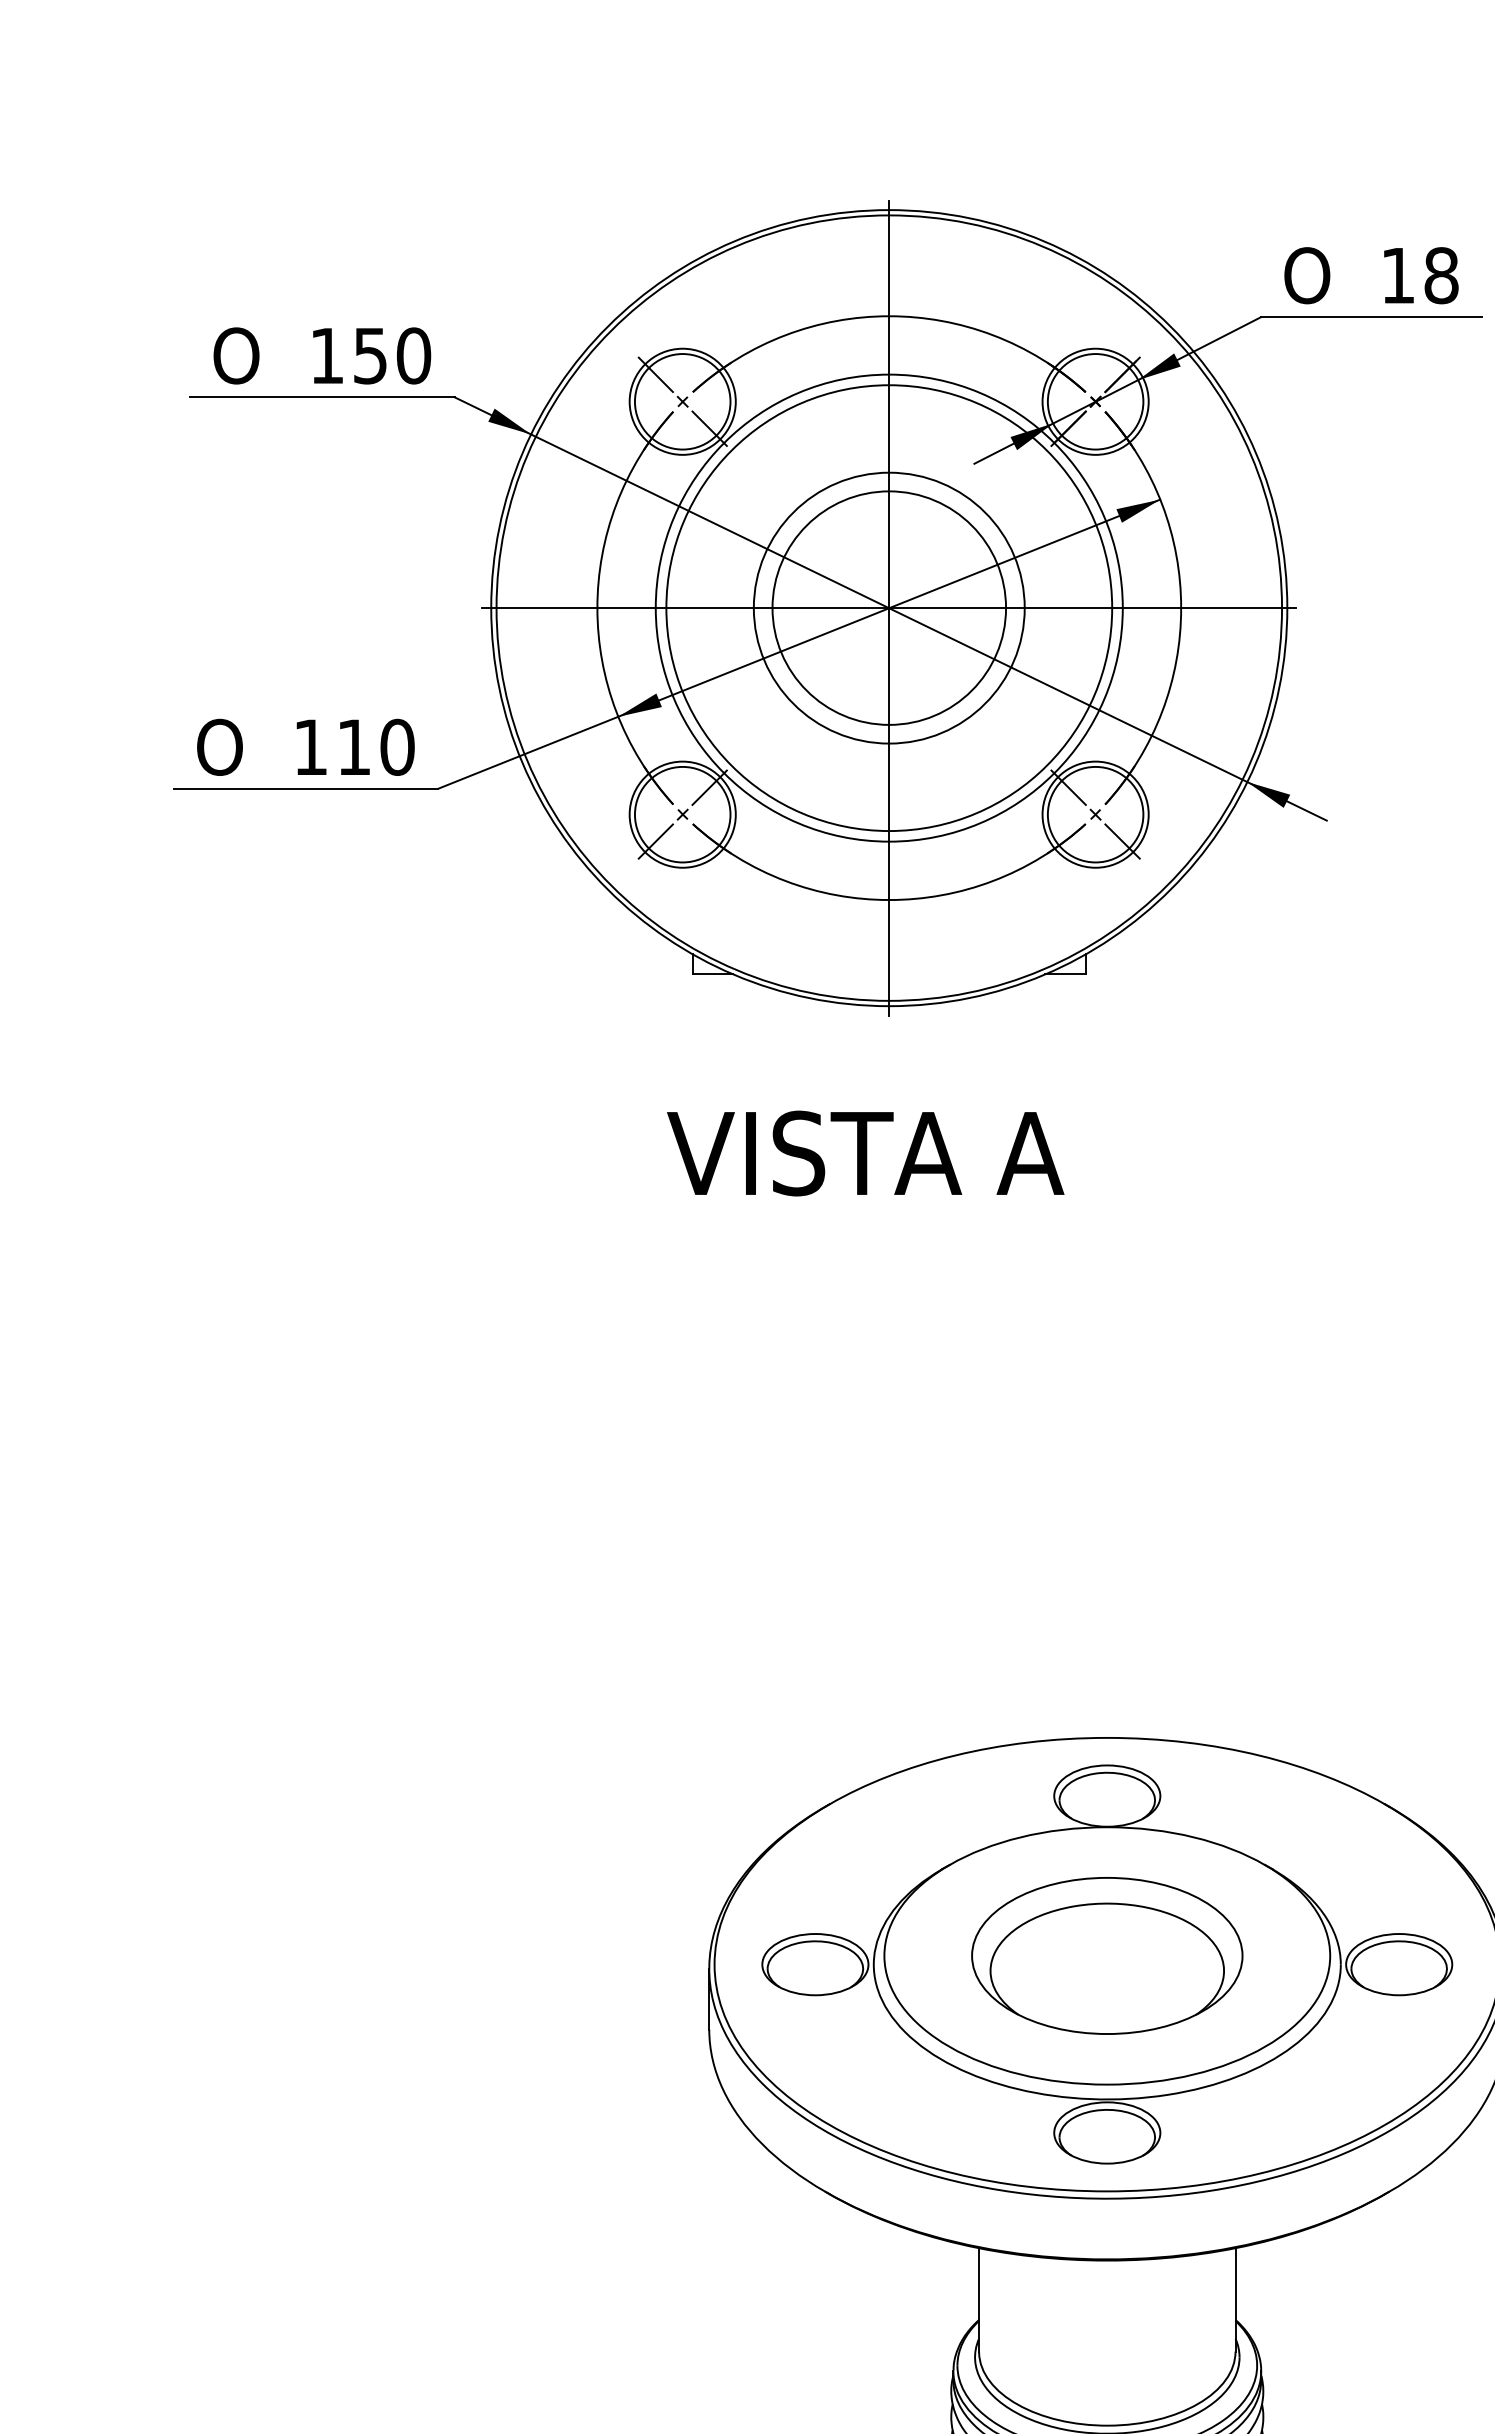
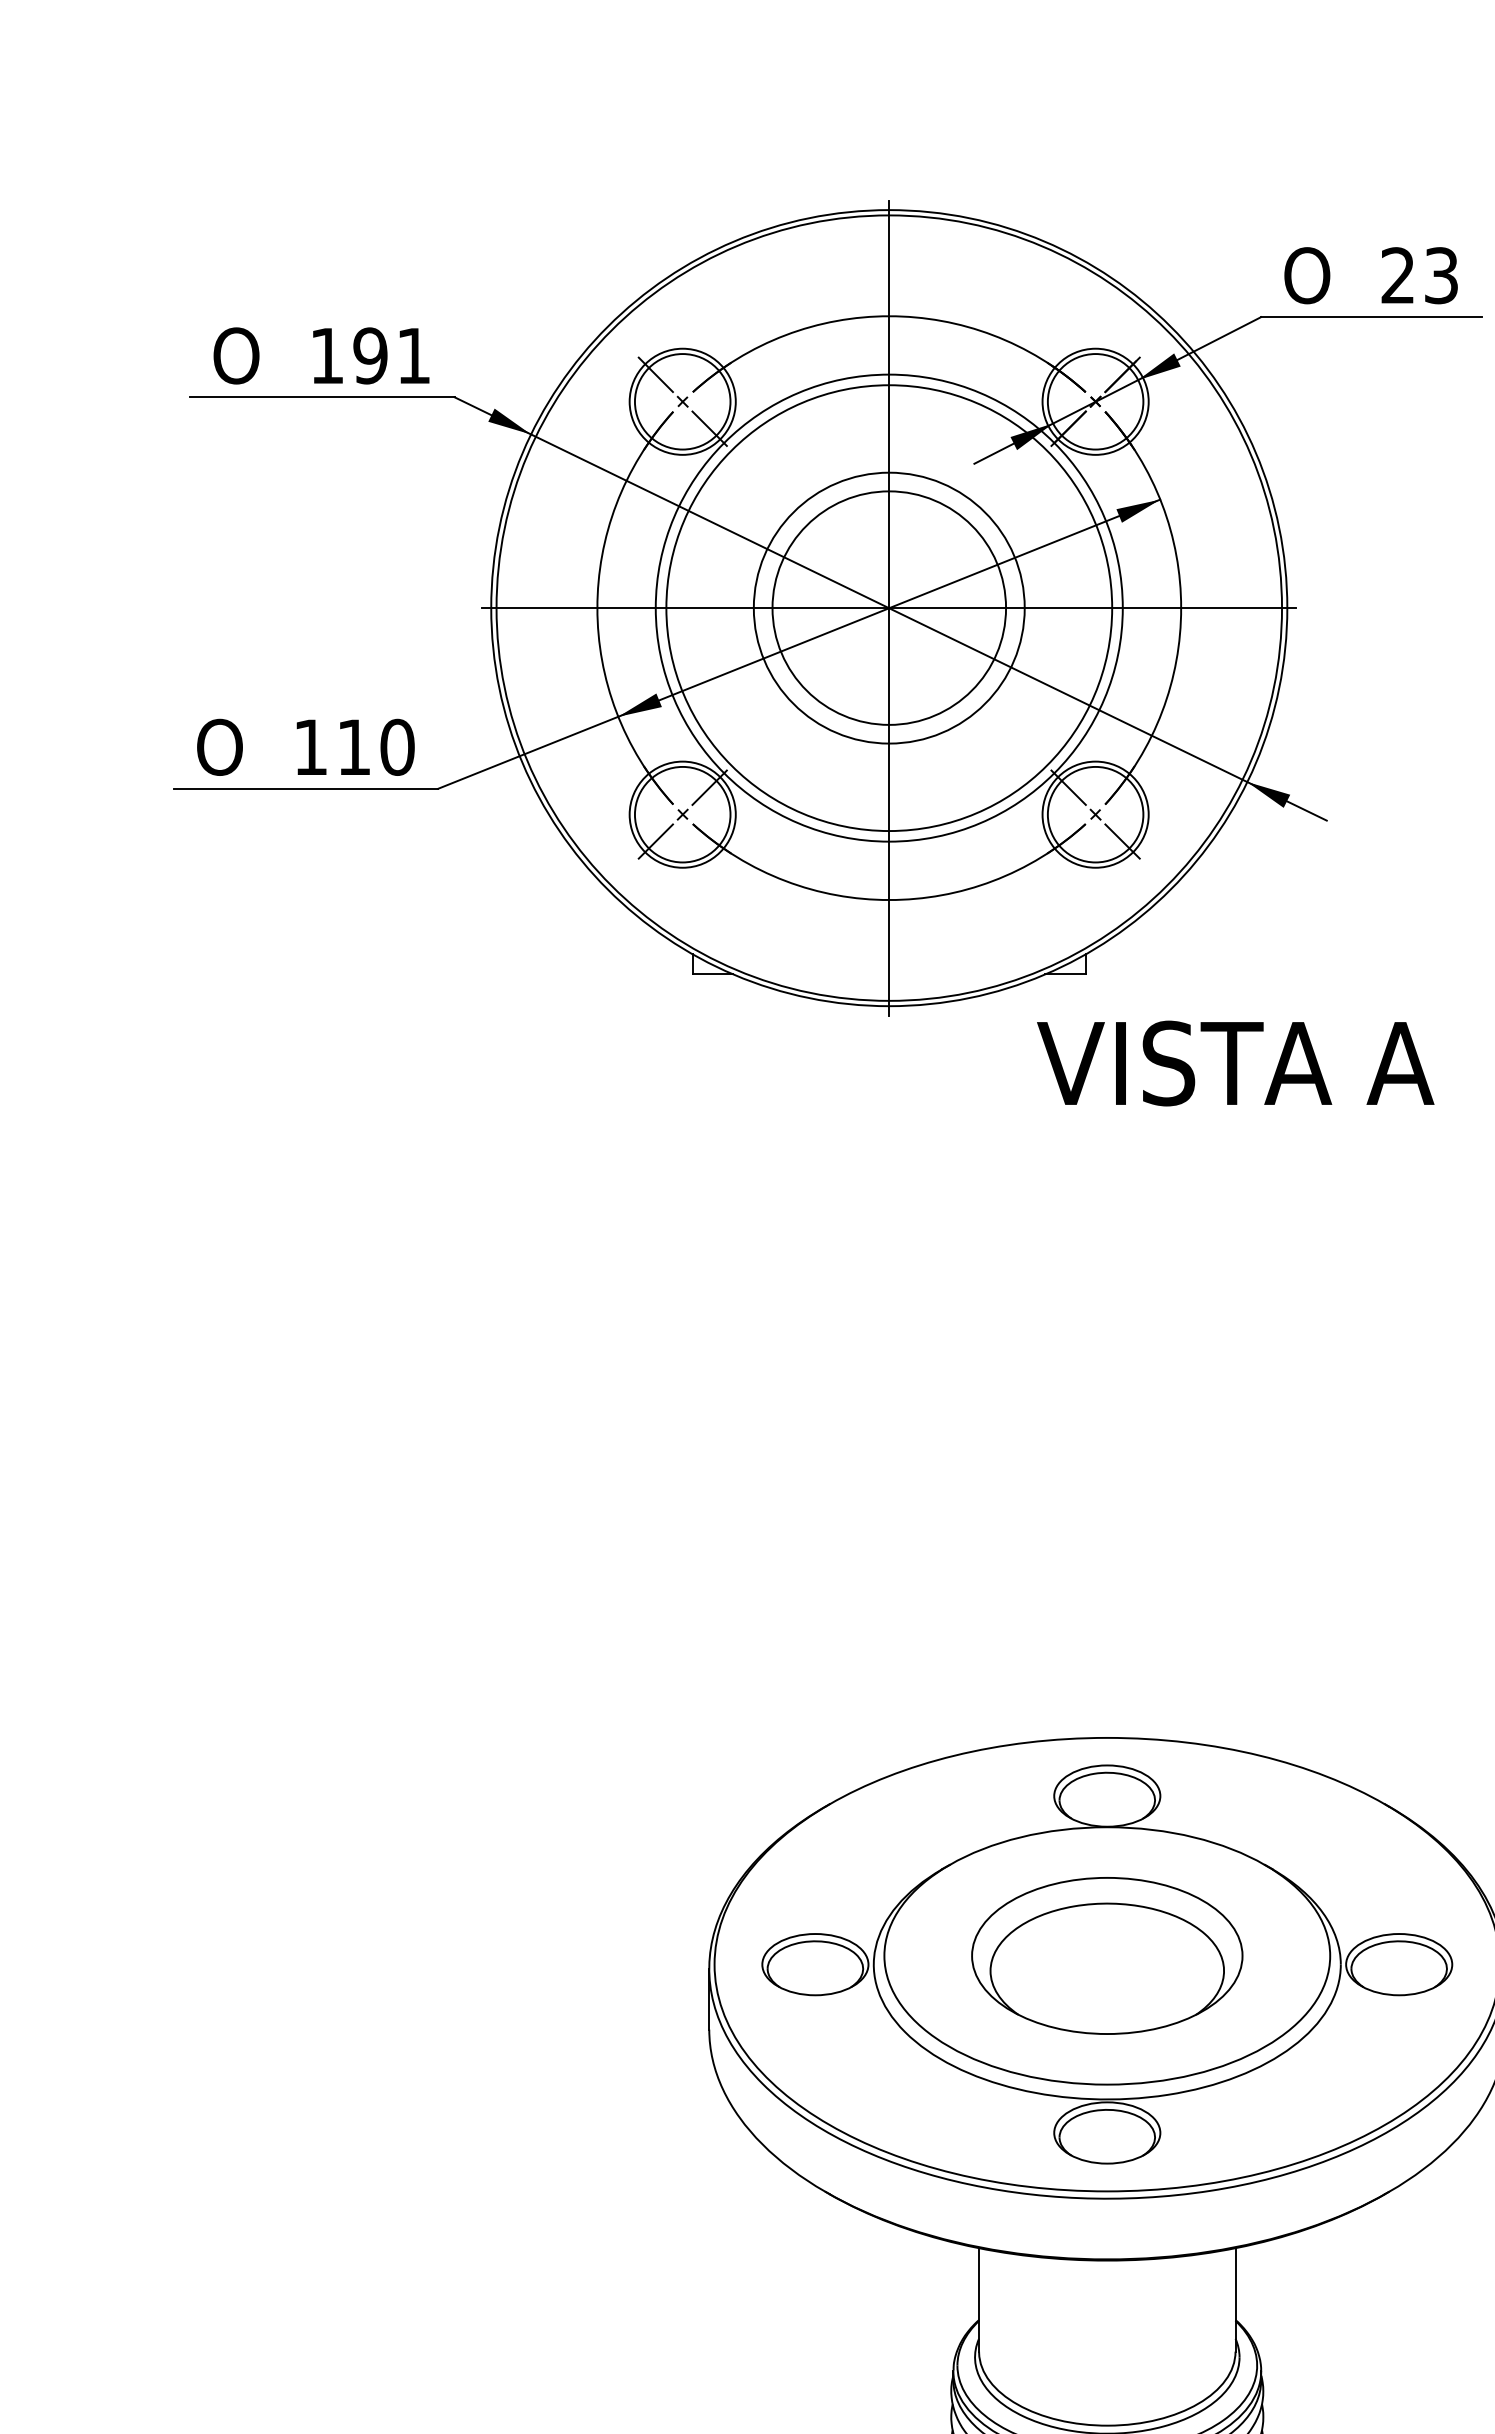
text at (1419, 275): 18 -> 23
text at (392, 355): 150 -> 191
text at (865, 1153) position: (865, 1153) -> (1235, 1063)
